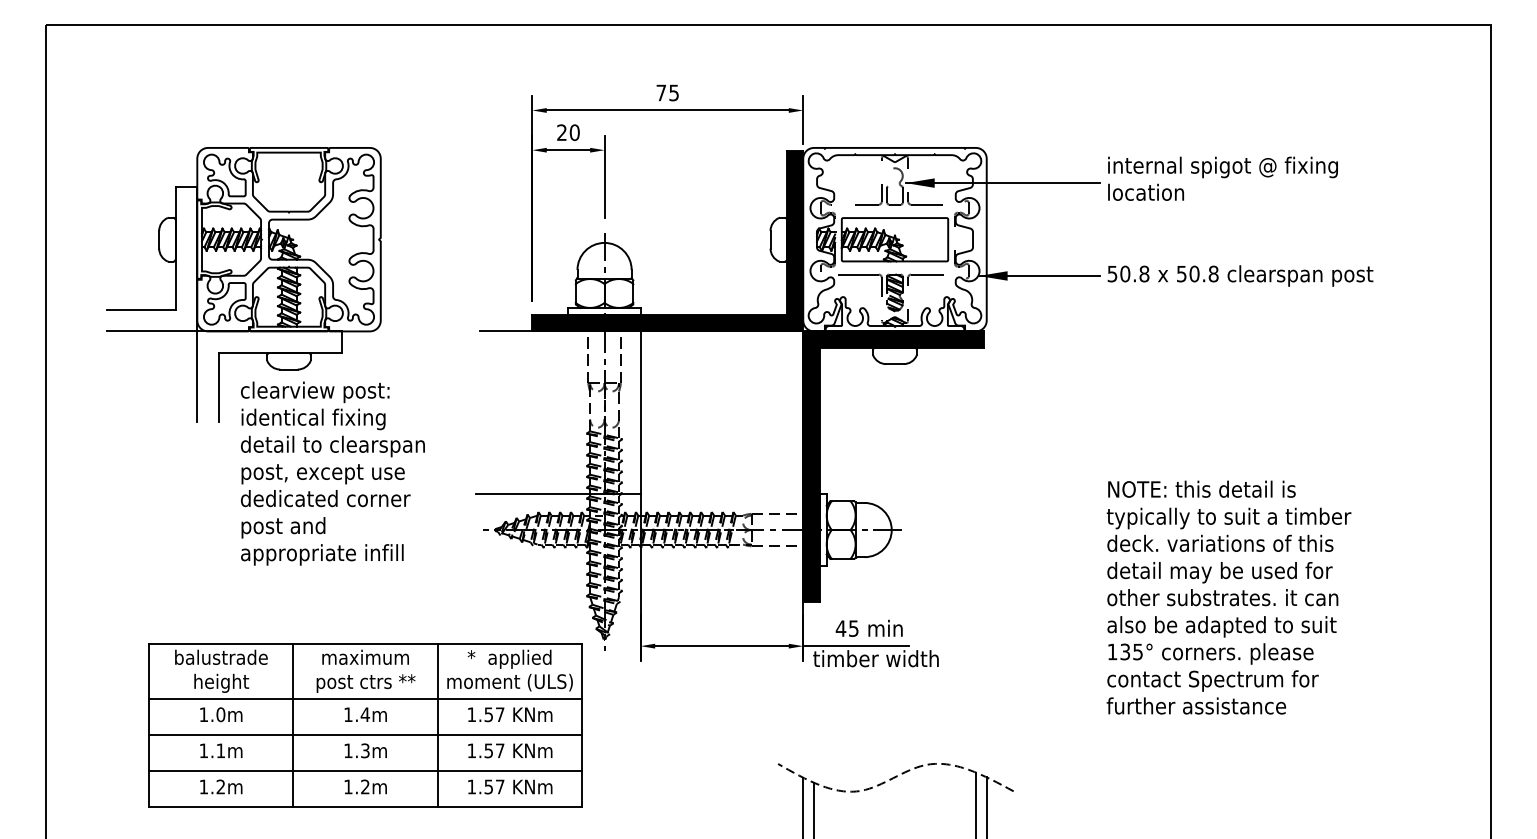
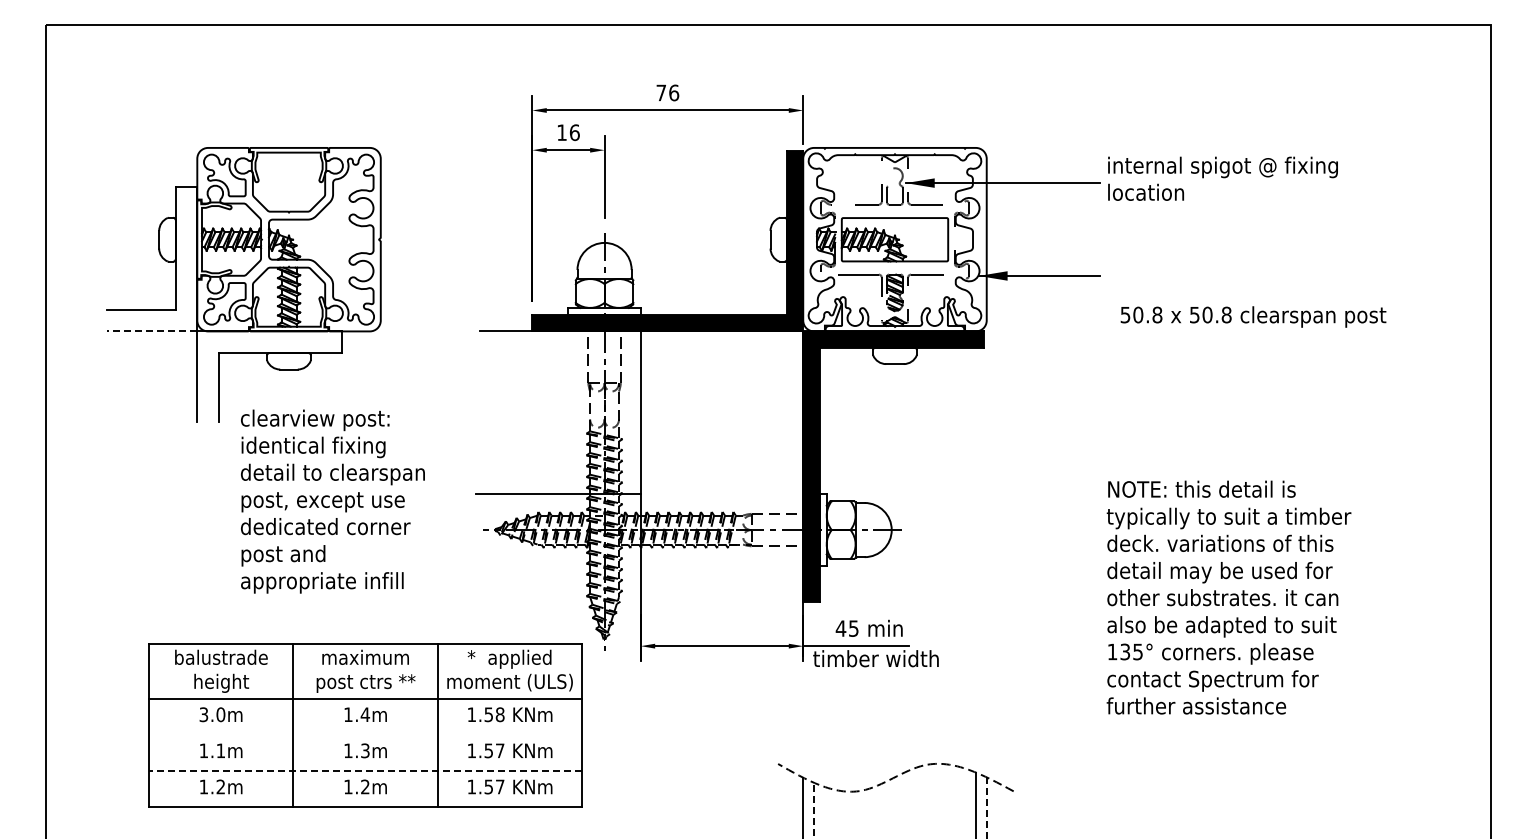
text at (674, 92): 75 -> 76
text at (568, 132): 20 -> 16
text at (1240, 275) position: (1240, 275) -> (1253, 316)
line at (151, 331): solid -> dashed
text at (332, 473) position: (332, 473) -> (332, 501)
text at (203, 714): 1.0m -> 3.0m
text at (499, 714): 1.57 -> 1.58
line at (365, 734): present -> none
line at (365, 770): solid -> dashed
line at (986, 807): solid -> dashed
line at (814, 810): solid -> dashed
